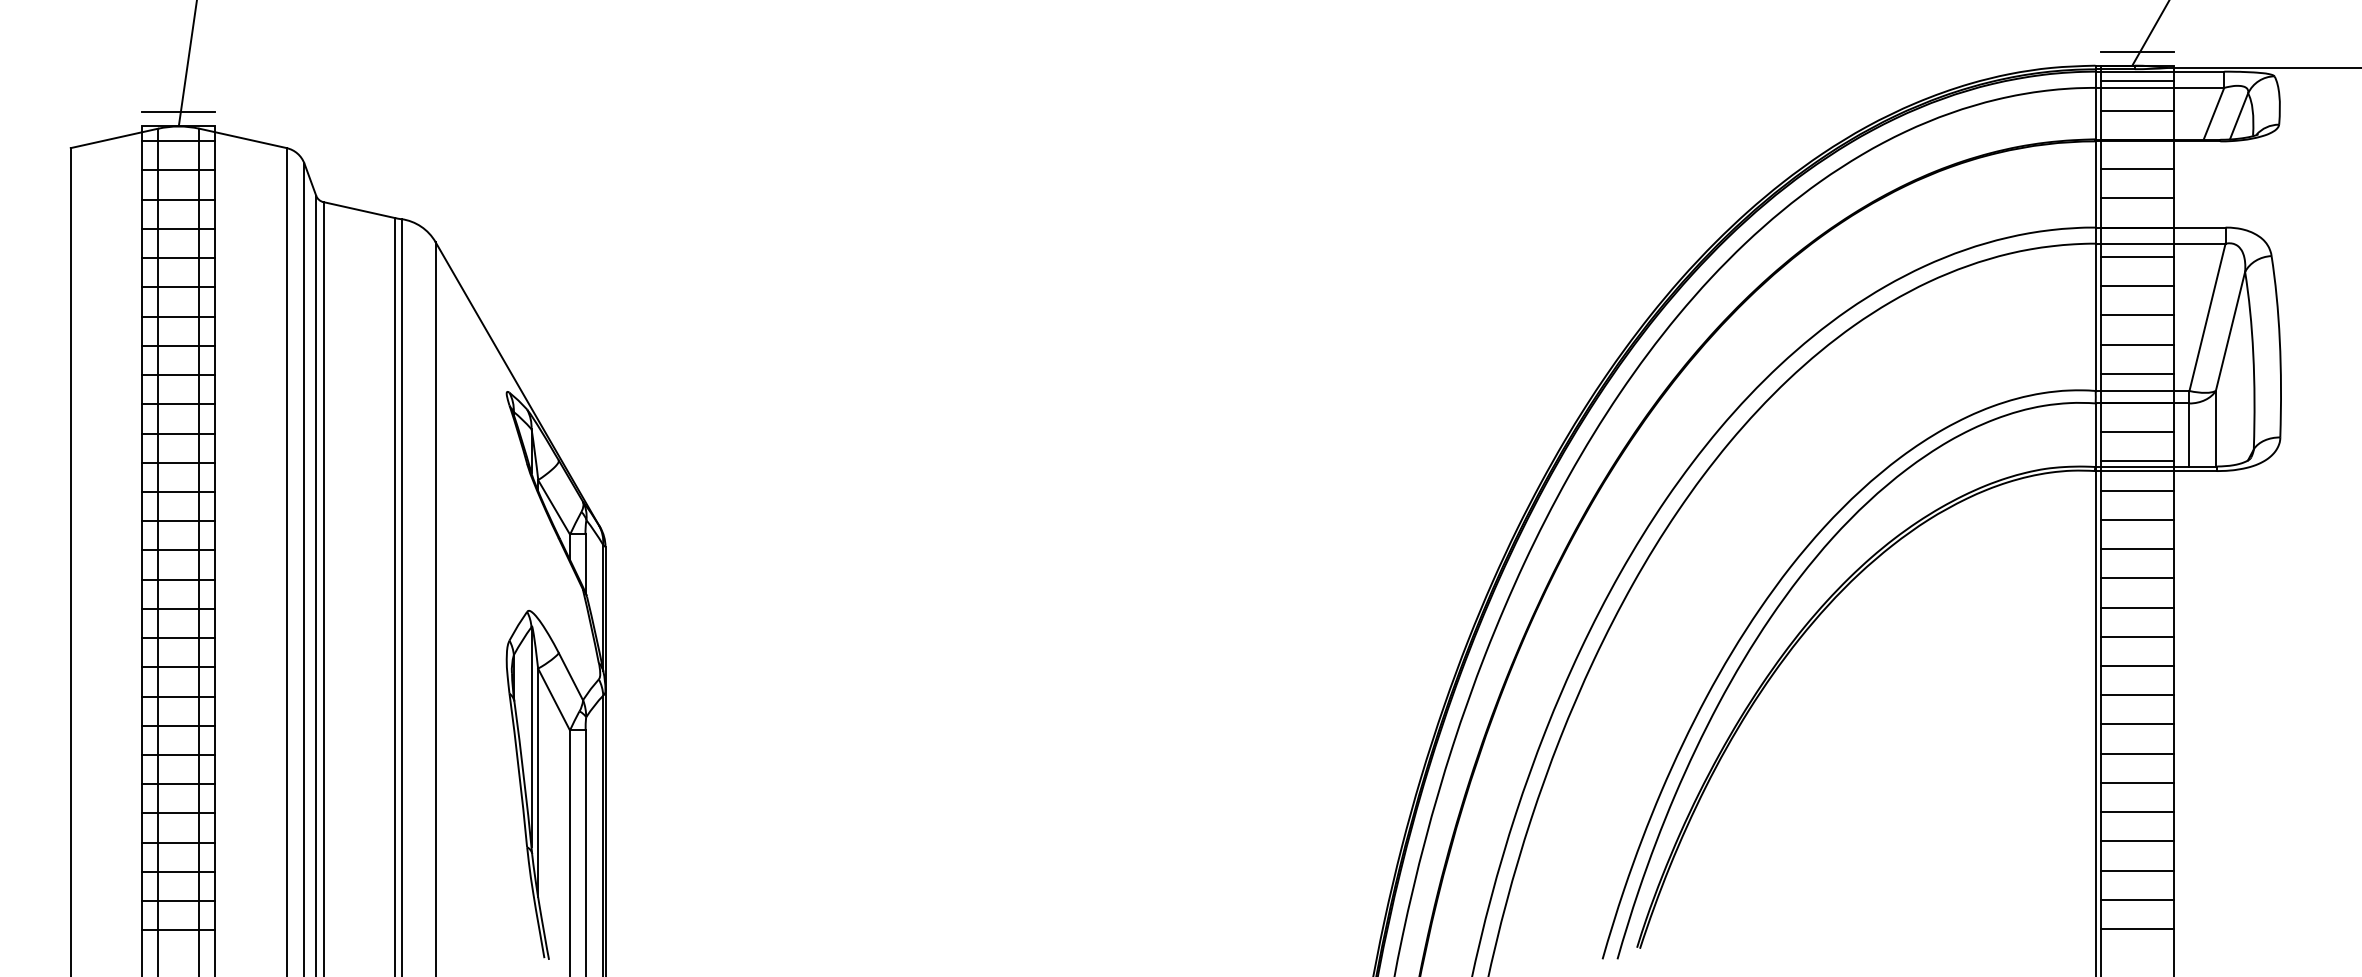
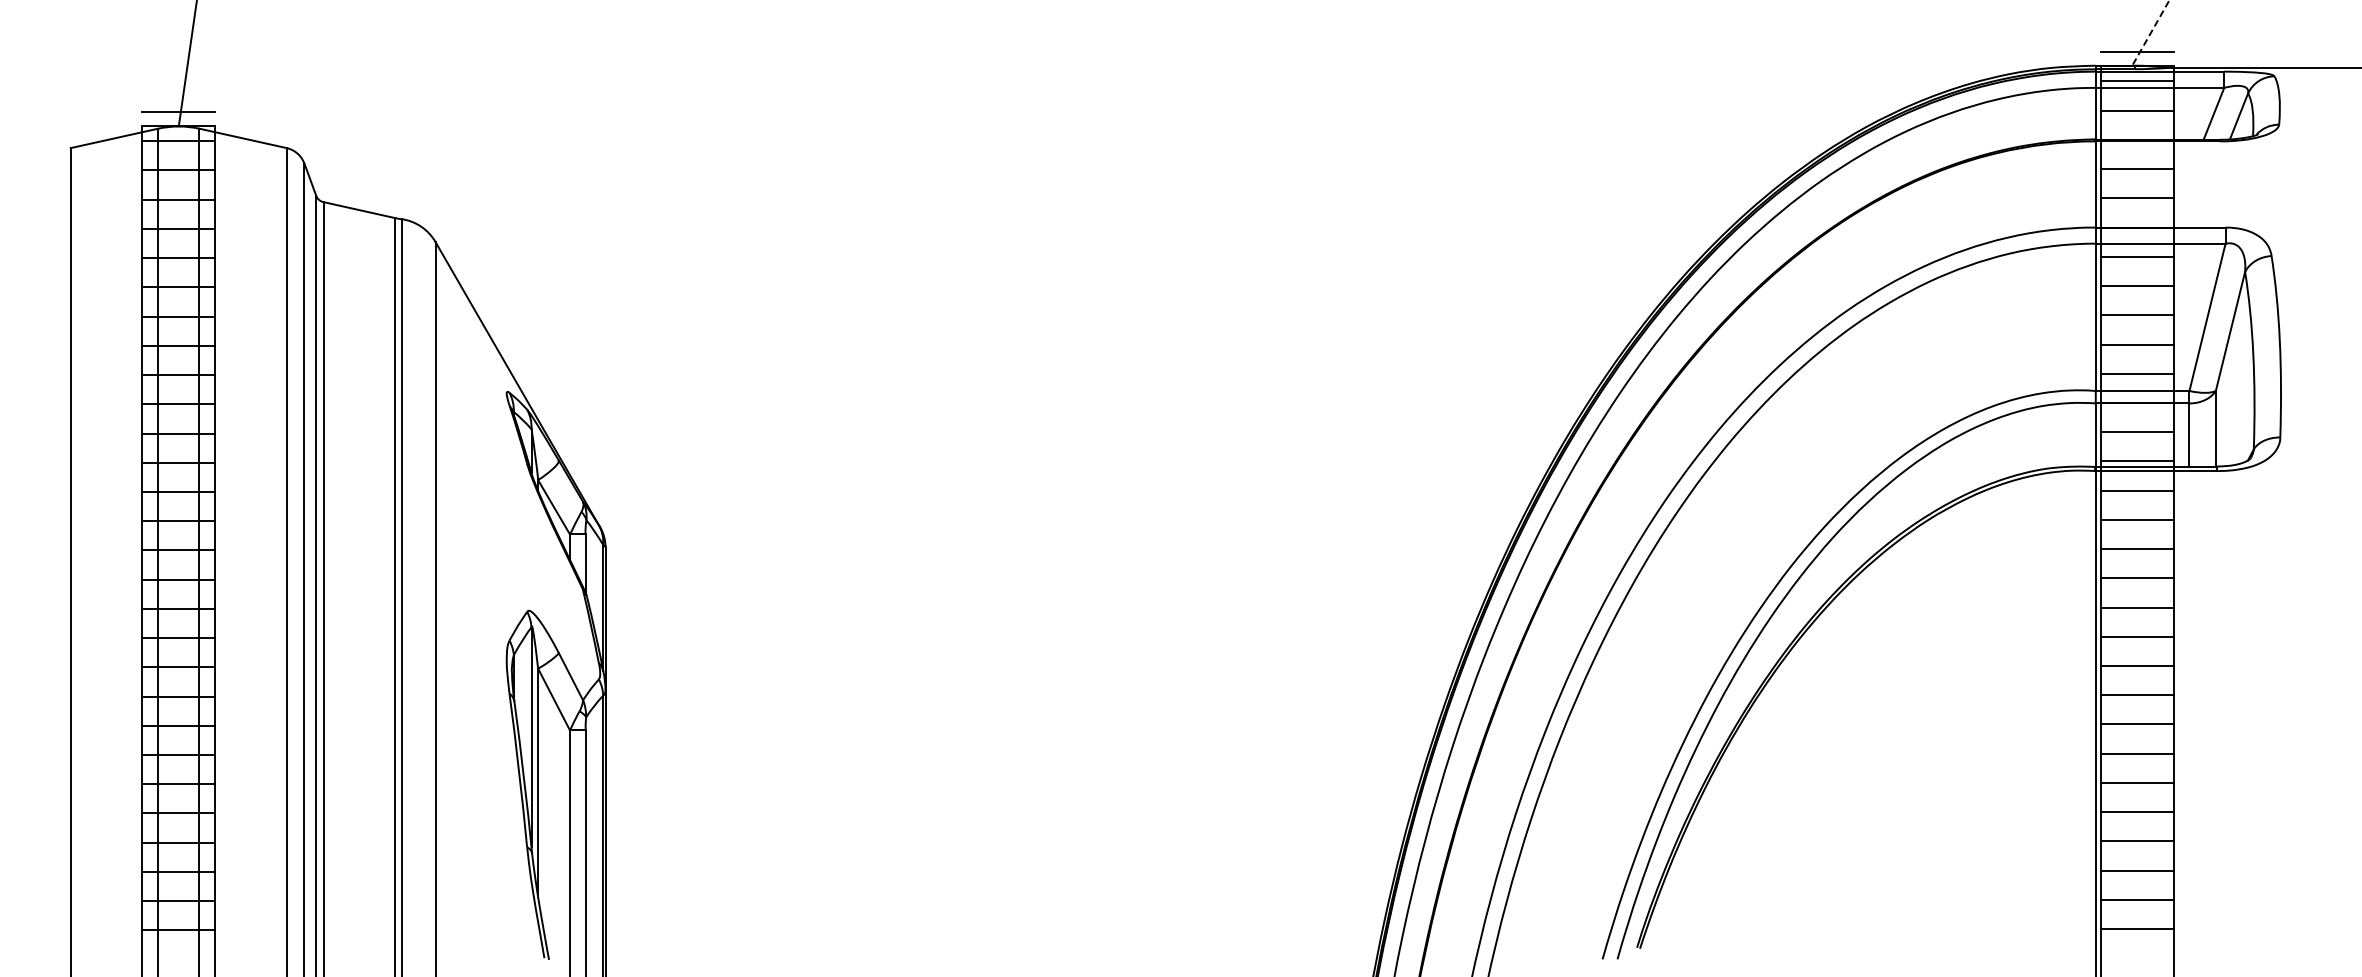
line at (2150, 33): solid -> dashed
